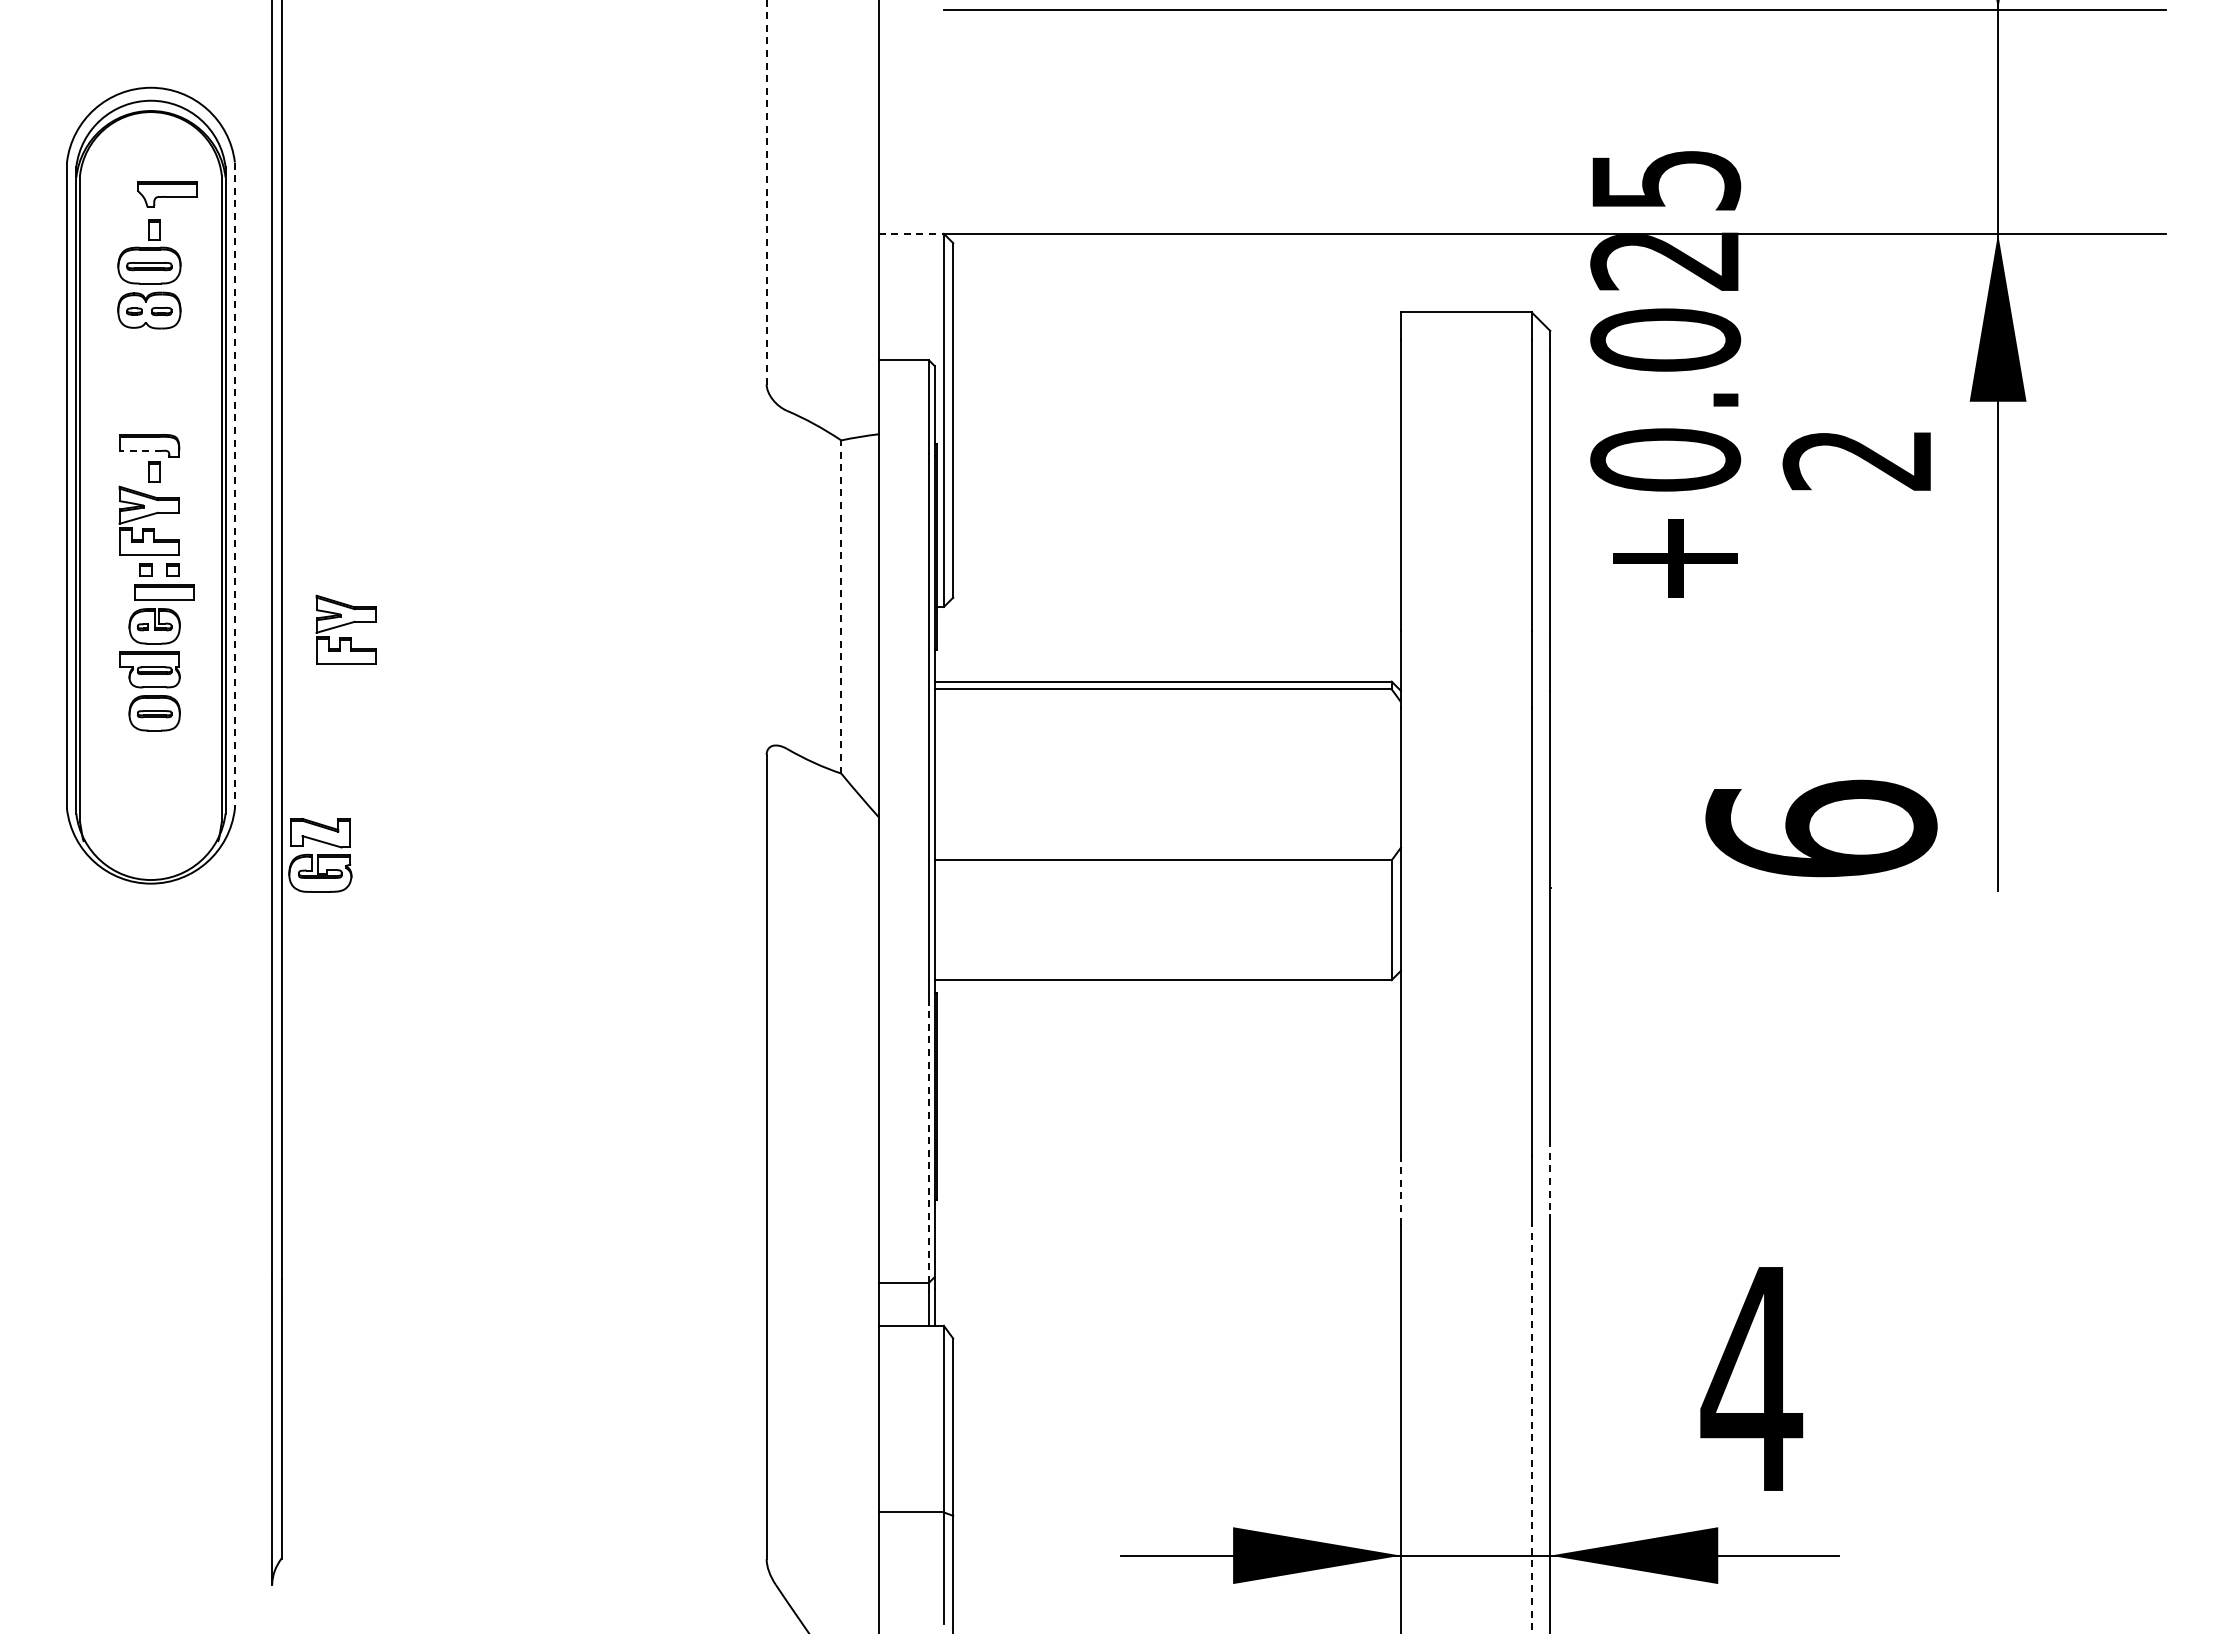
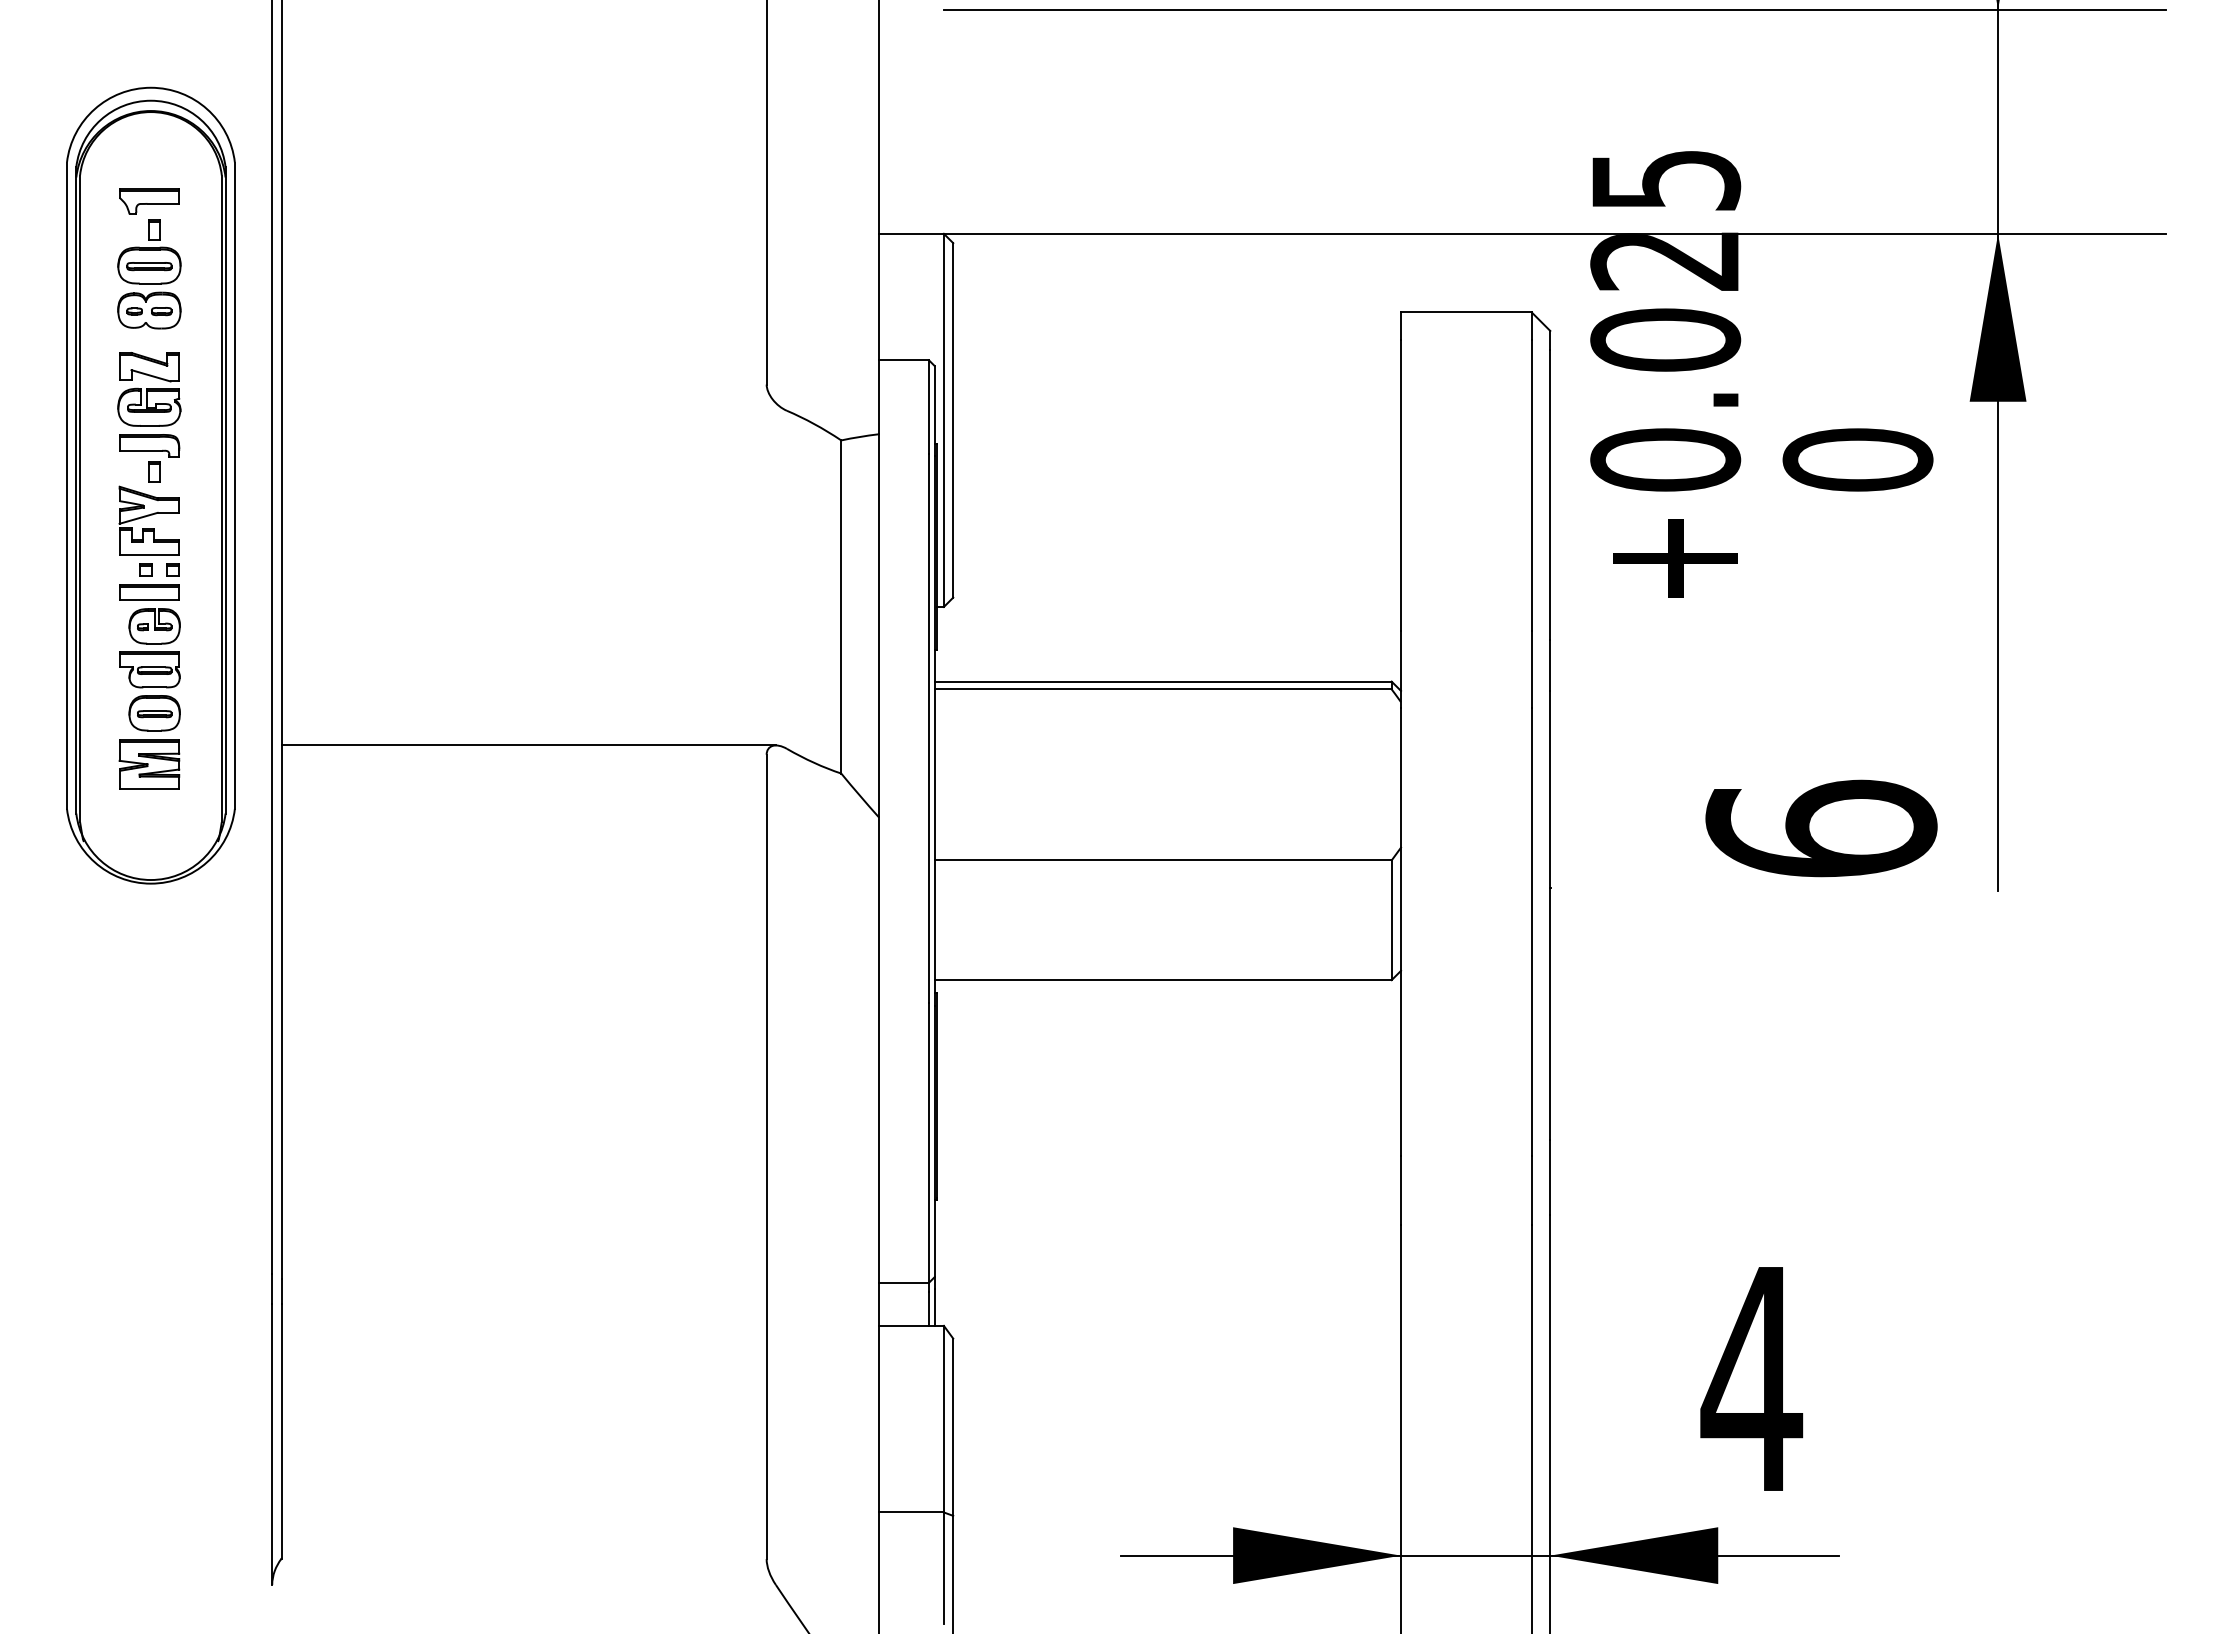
line at (766, 192): dashed -> solid
part at (167, 194) position: (167, 194) -> (149, 201)
line at (911, 233): dashed -> solid
line at (140, 450): dashed -> solid
text at (1857, 459): 2 -> 0
line at (234, 486): dashed -> solid
part at (164, 592) position: (164, 592) -> (149, 592)
line at (841, 607): dashed -> solid
part at (345, 629): present -> none
line at (528, 745): none -> present
part at (149, 764): none -> present
part at (320, 855) position: (320, 855) -> (149, 389)
line at (928, 1142): dashed -> solid
line at (1550, 1177): dashed -> solid
line at (1401, 1190): dashed -> solid
line at (1531, 1429): dashed -> solid
